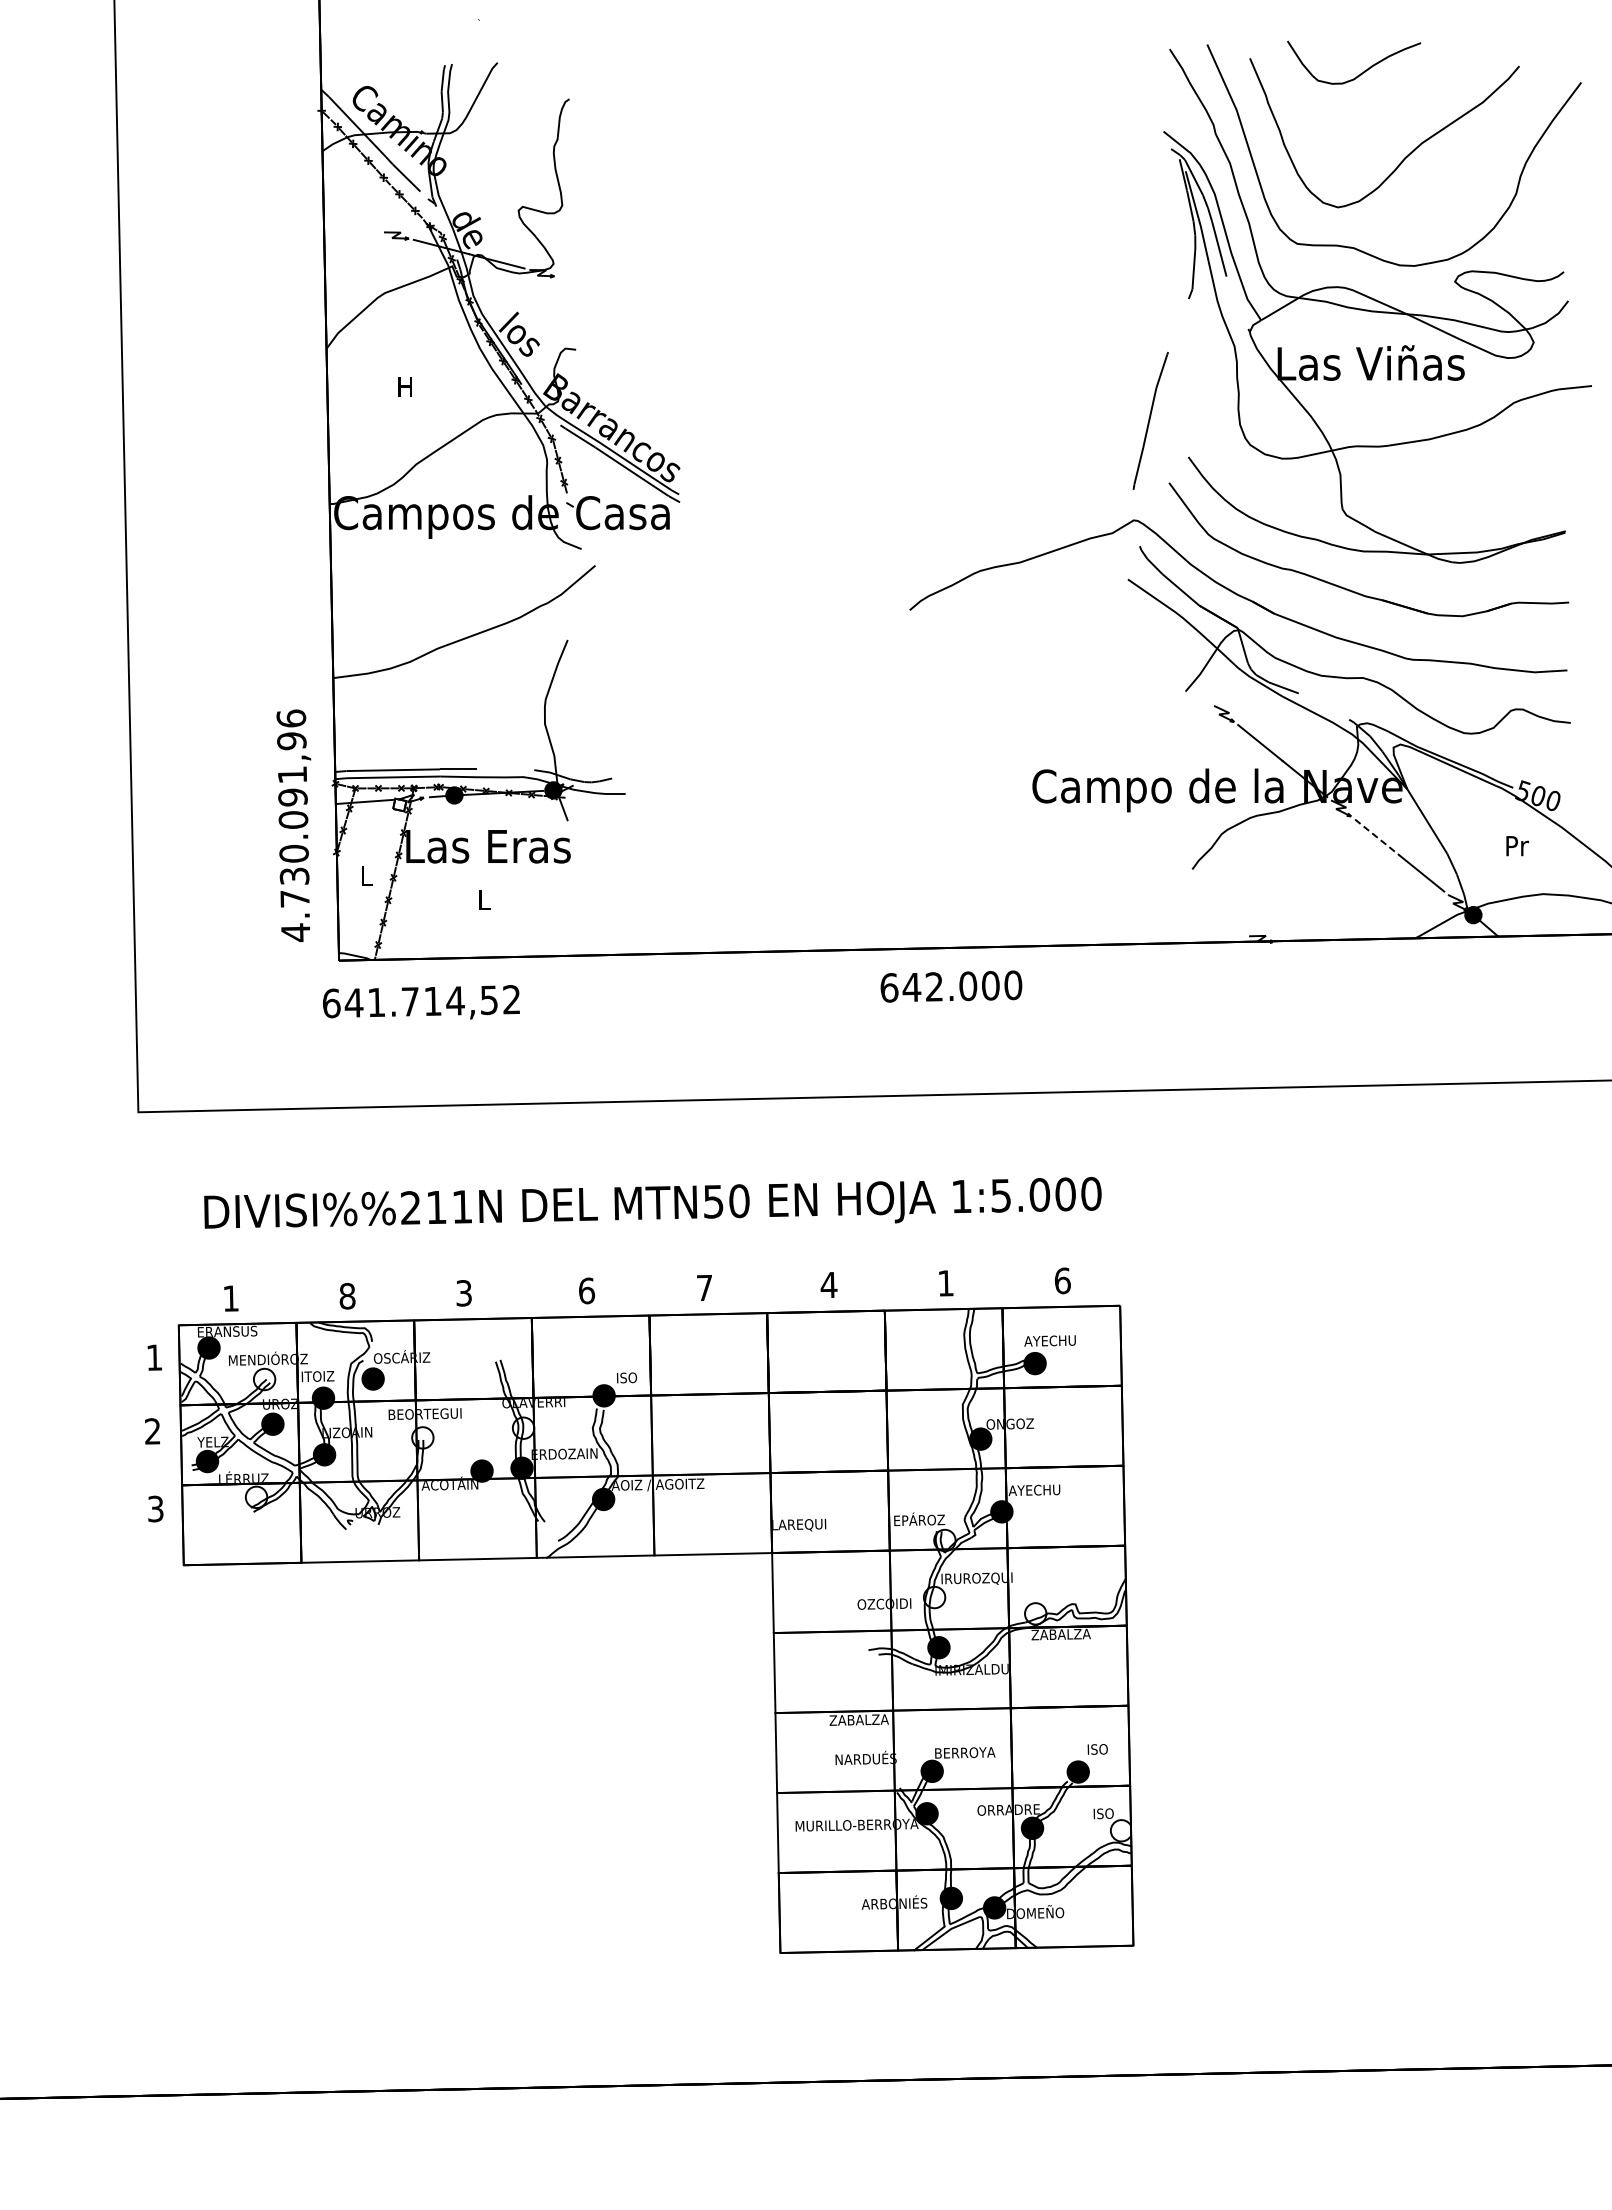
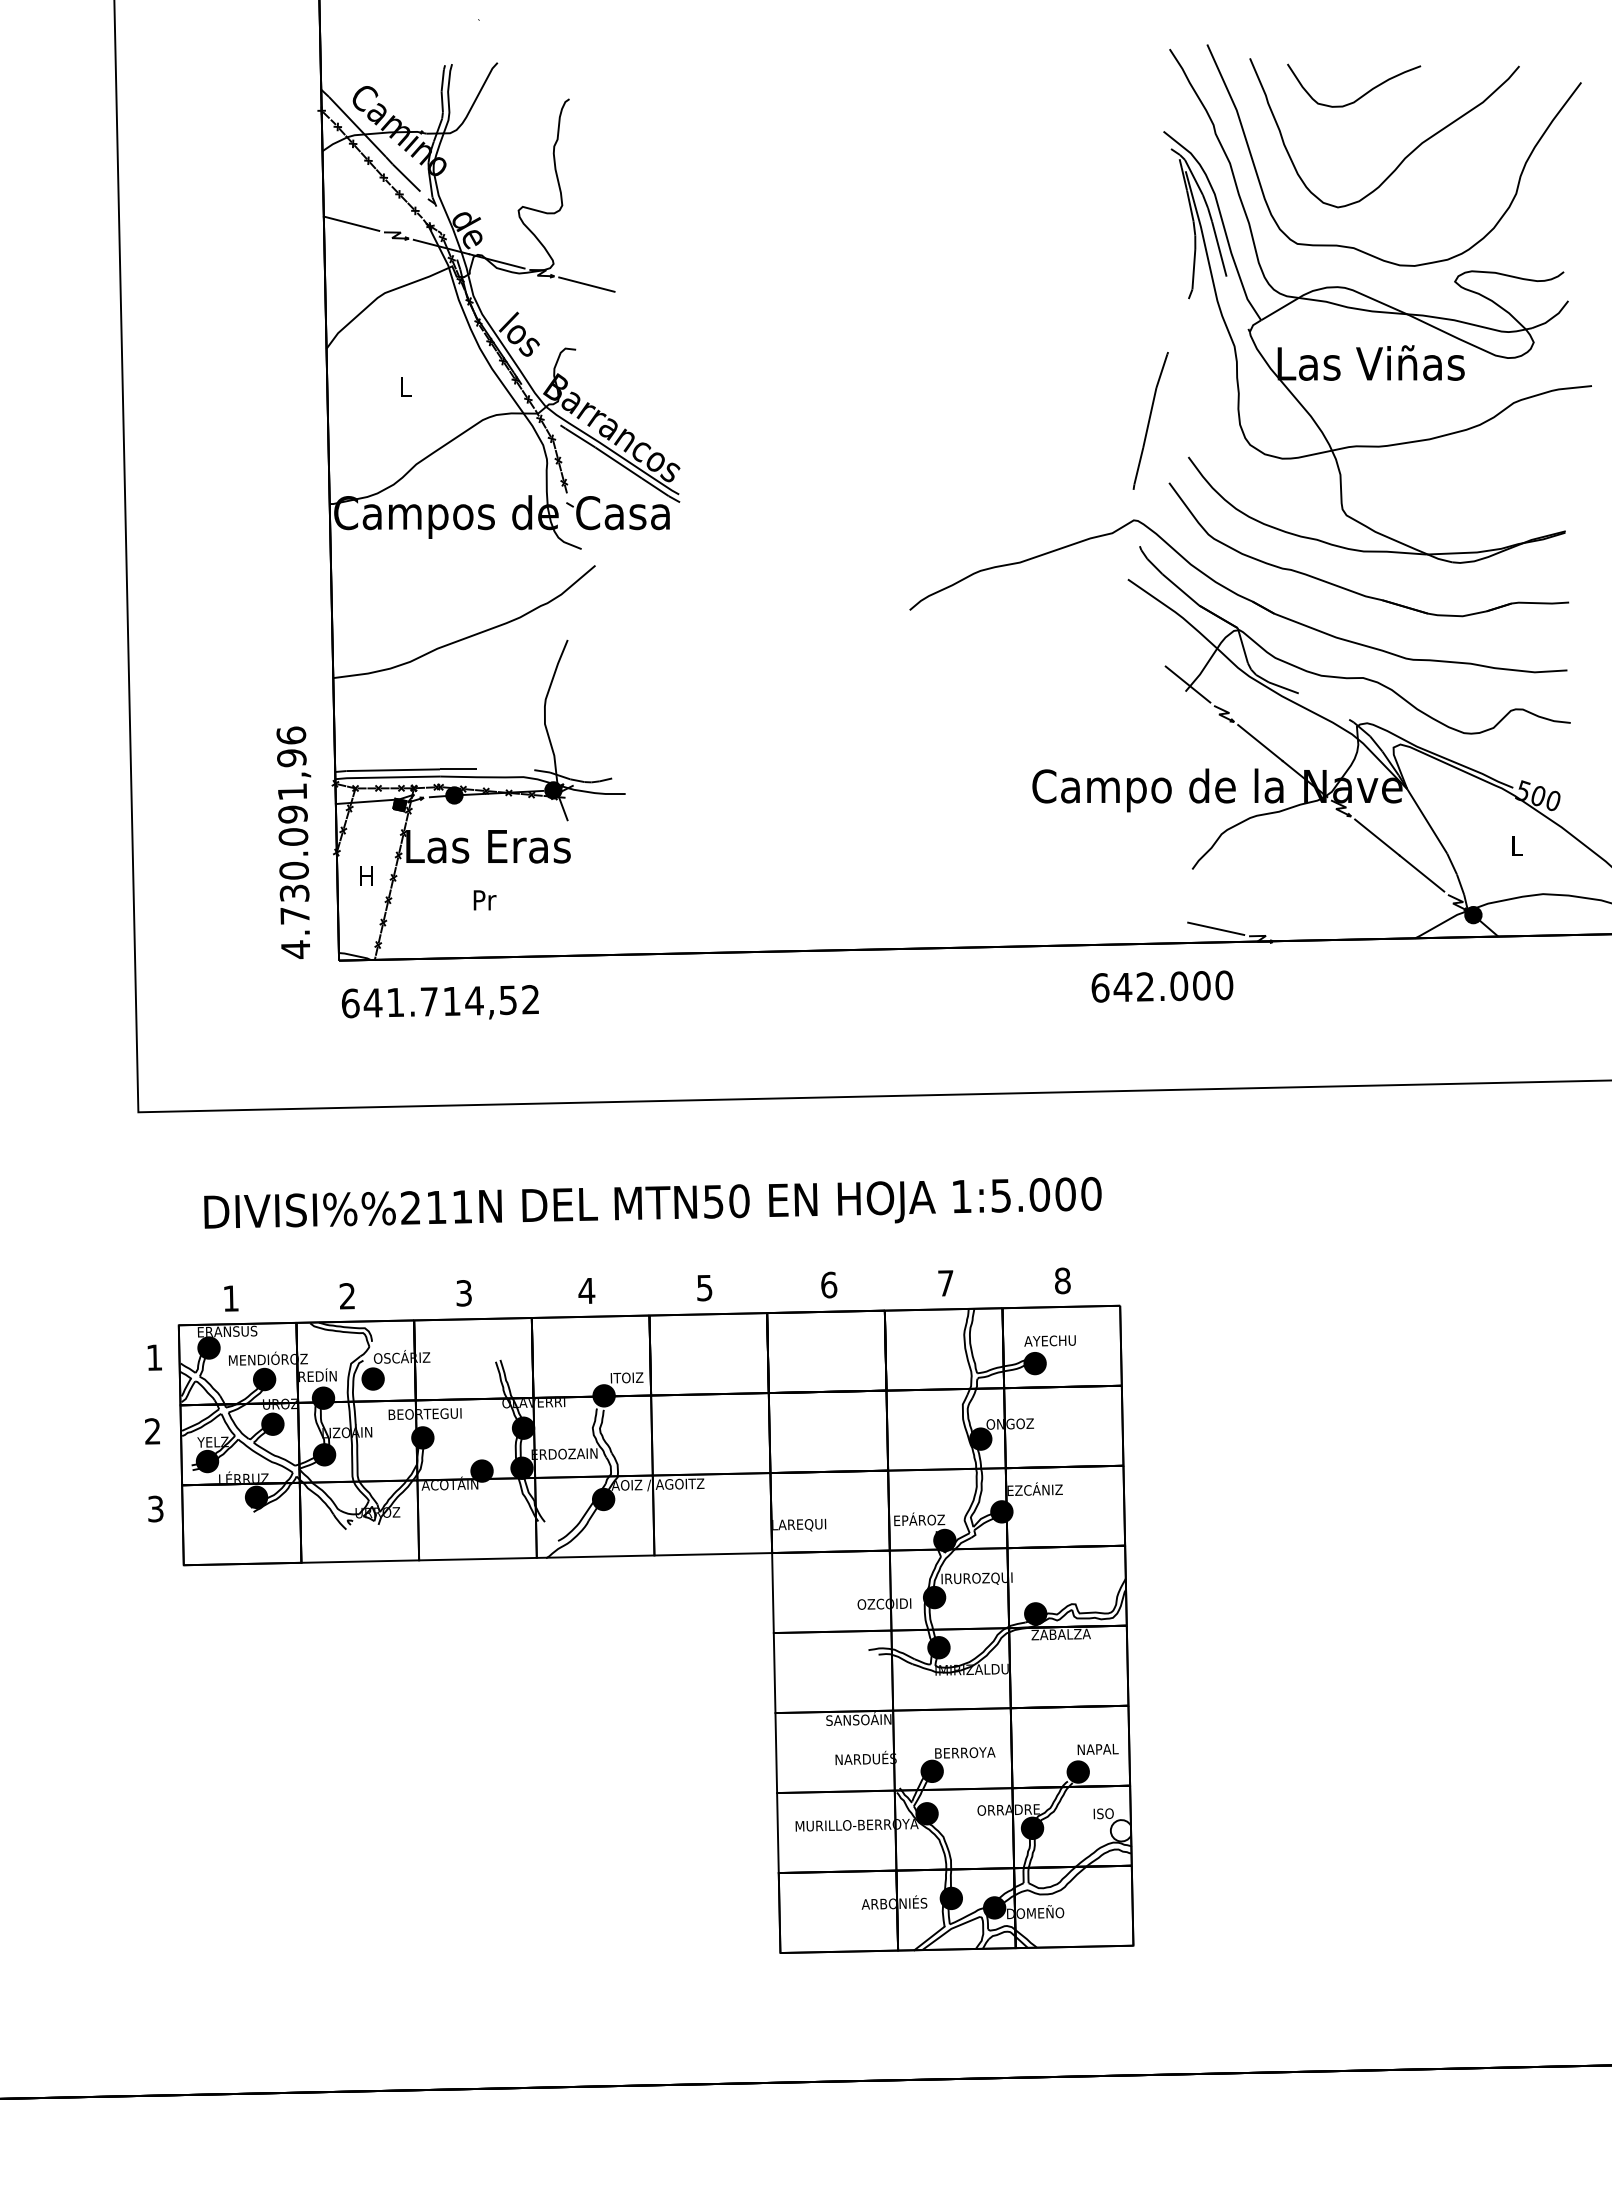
curve at (1361, 72) position: (1361, 72) -> (1361, 95)
line at (351, 223): none -> present
line at (586, 284): none -> present
text at (404, 386): H -> L
line at (1187, 684): none -> present
fill at (399, 804): none -> present
text at (293, 825) position: (293, 825) -> (293, 842)
line at (1377, 837): dashed -> solid
text at (1517, 846): Pr -> L
text at (366, 875): L -> H
text at (484, 900): L -> Pr
line at (1216, 928): none -> present
text at (951, 986) position: (951, 986) -> (1162, 986)
text at (421, 1002) position: (421, 1002) -> (440, 1002)
text at (1062, 1280): 6 -> 8
text at (945, 1283): 1 -> 7
text at (828, 1284): 4 -> 6
text at (704, 1288): 7 -> 5
text at (586, 1290): 6 -> 4
text at (347, 1296): 8 -> 2
text at (317, 1375): ITOIZ -> REDÍN
text at (626, 1377): ISO -> ITOIZ
fill at (264, 1379): none -> present
fill at (523, 1427): none -> present
fill at (422, 1437): none -> present
text at (1034, 1488): AYECHU -> EZCÁNIZ
fill at (256, 1497): none -> present
fill at (944, 1540): none -> present
fill at (934, 1597): none -> present
fill at (1035, 1613): none -> present
text at (858, 1718): ZABALZA -> SANSOÁIN
text at (1097, 1748): ISO -> NAPAL
